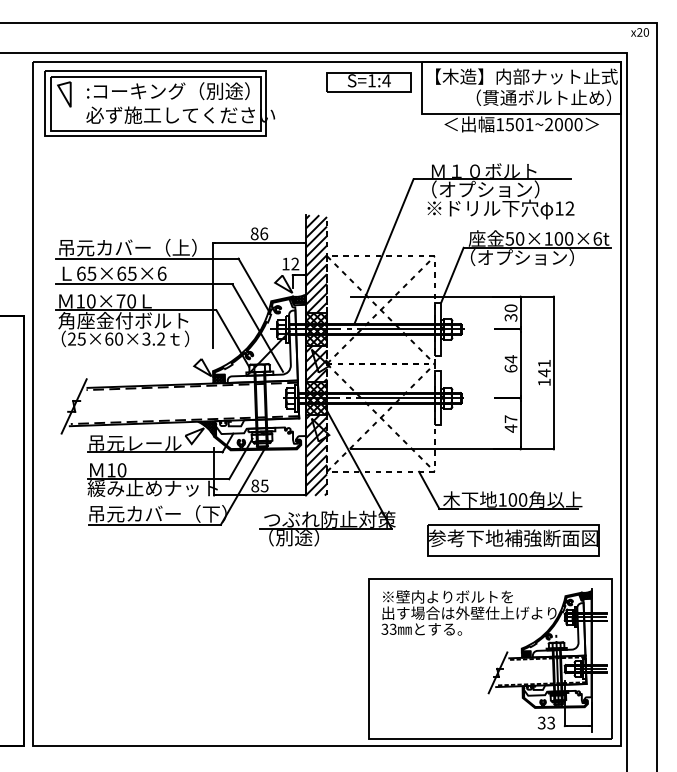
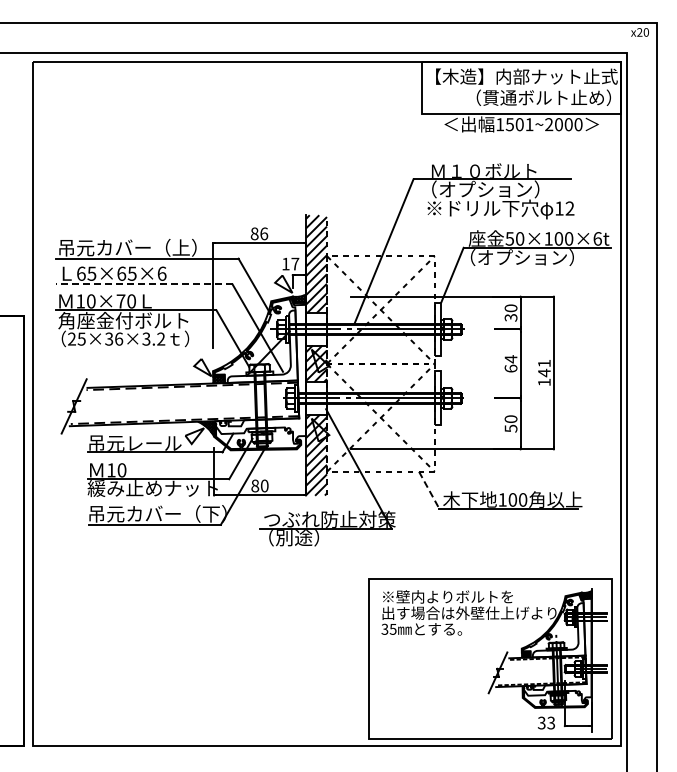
part at (368, 82): present -> none
part at (159, 103): present -> none
text at (295, 263): 12 -> 17
line at (143, 284): solid -> dashed
hatch at (316, 329): present -> none
text at (114, 338): 25×60×3.2 -> 25×36×3.2
hatch at (316, 398): present -> none
text at (510, 423): 47 -> 50
text at (264, 485): 85 -> 80
line at (429, 490): solid -> dashed
part at (513, 540): present -> none
text at (393, 628): 33 -> 35
